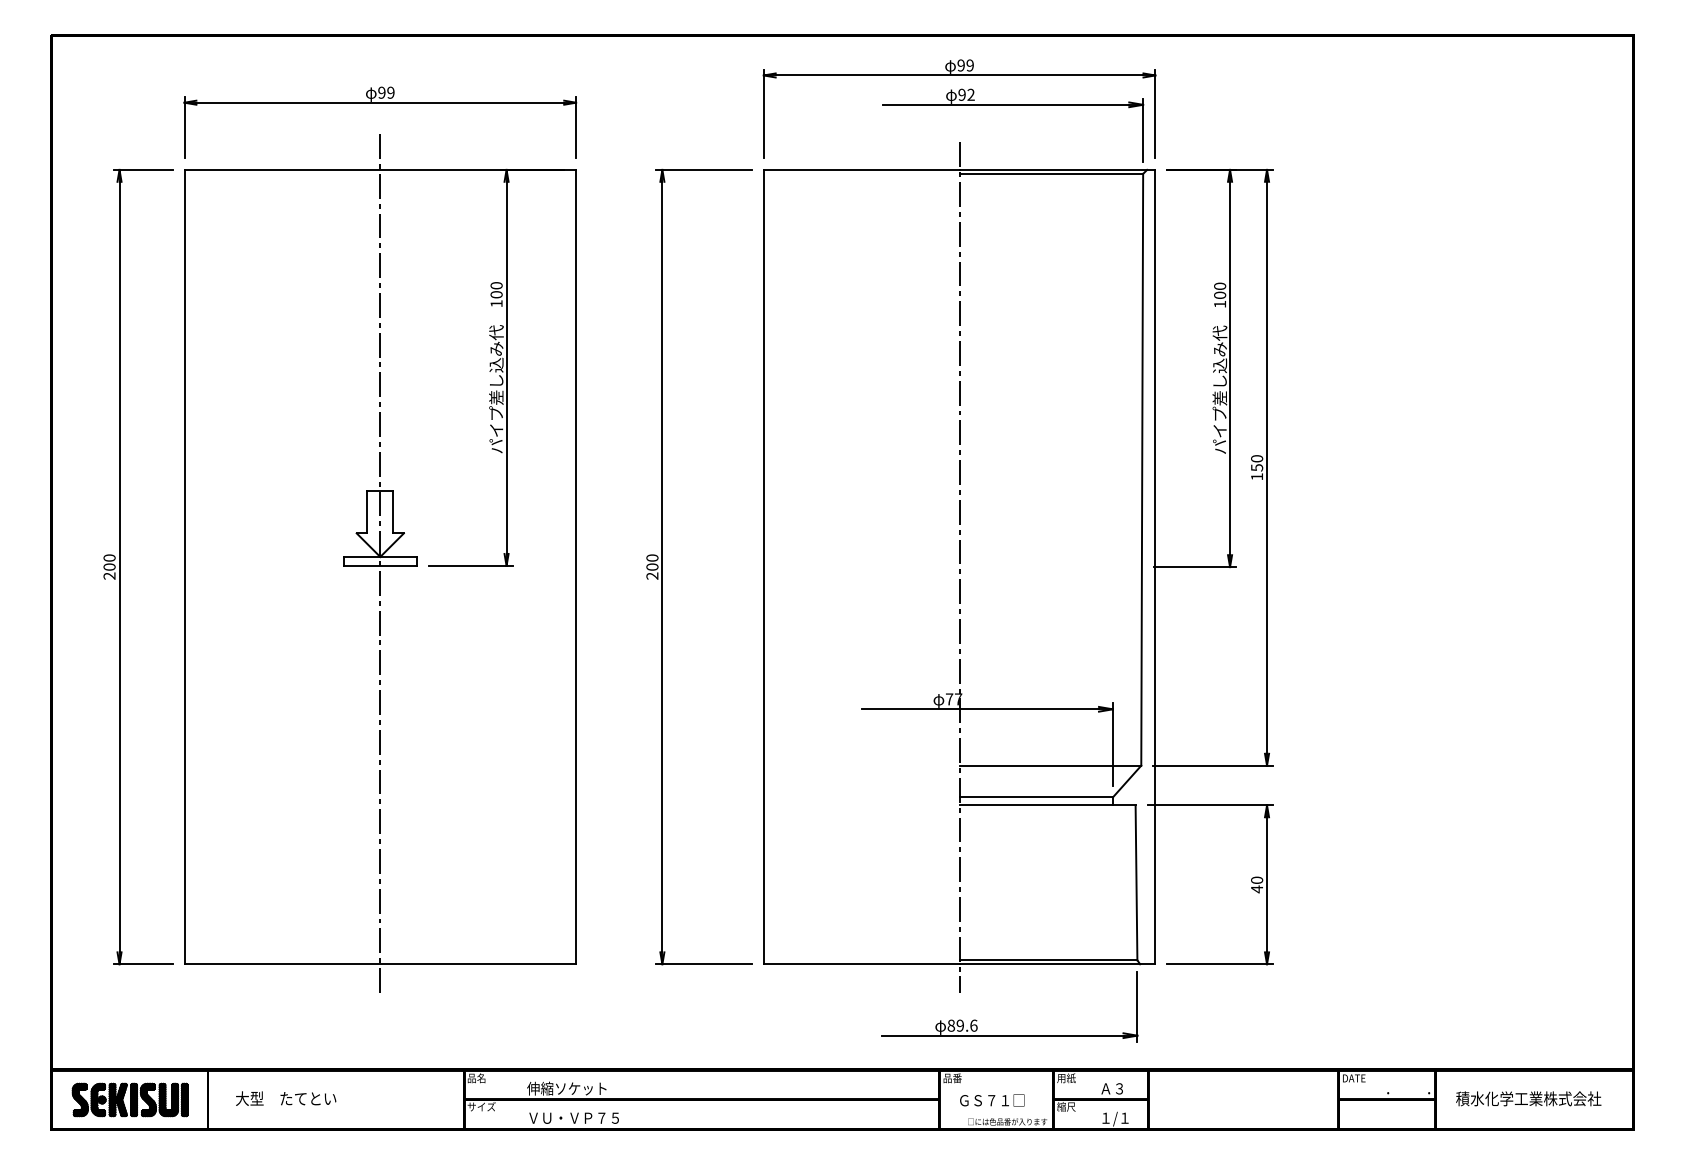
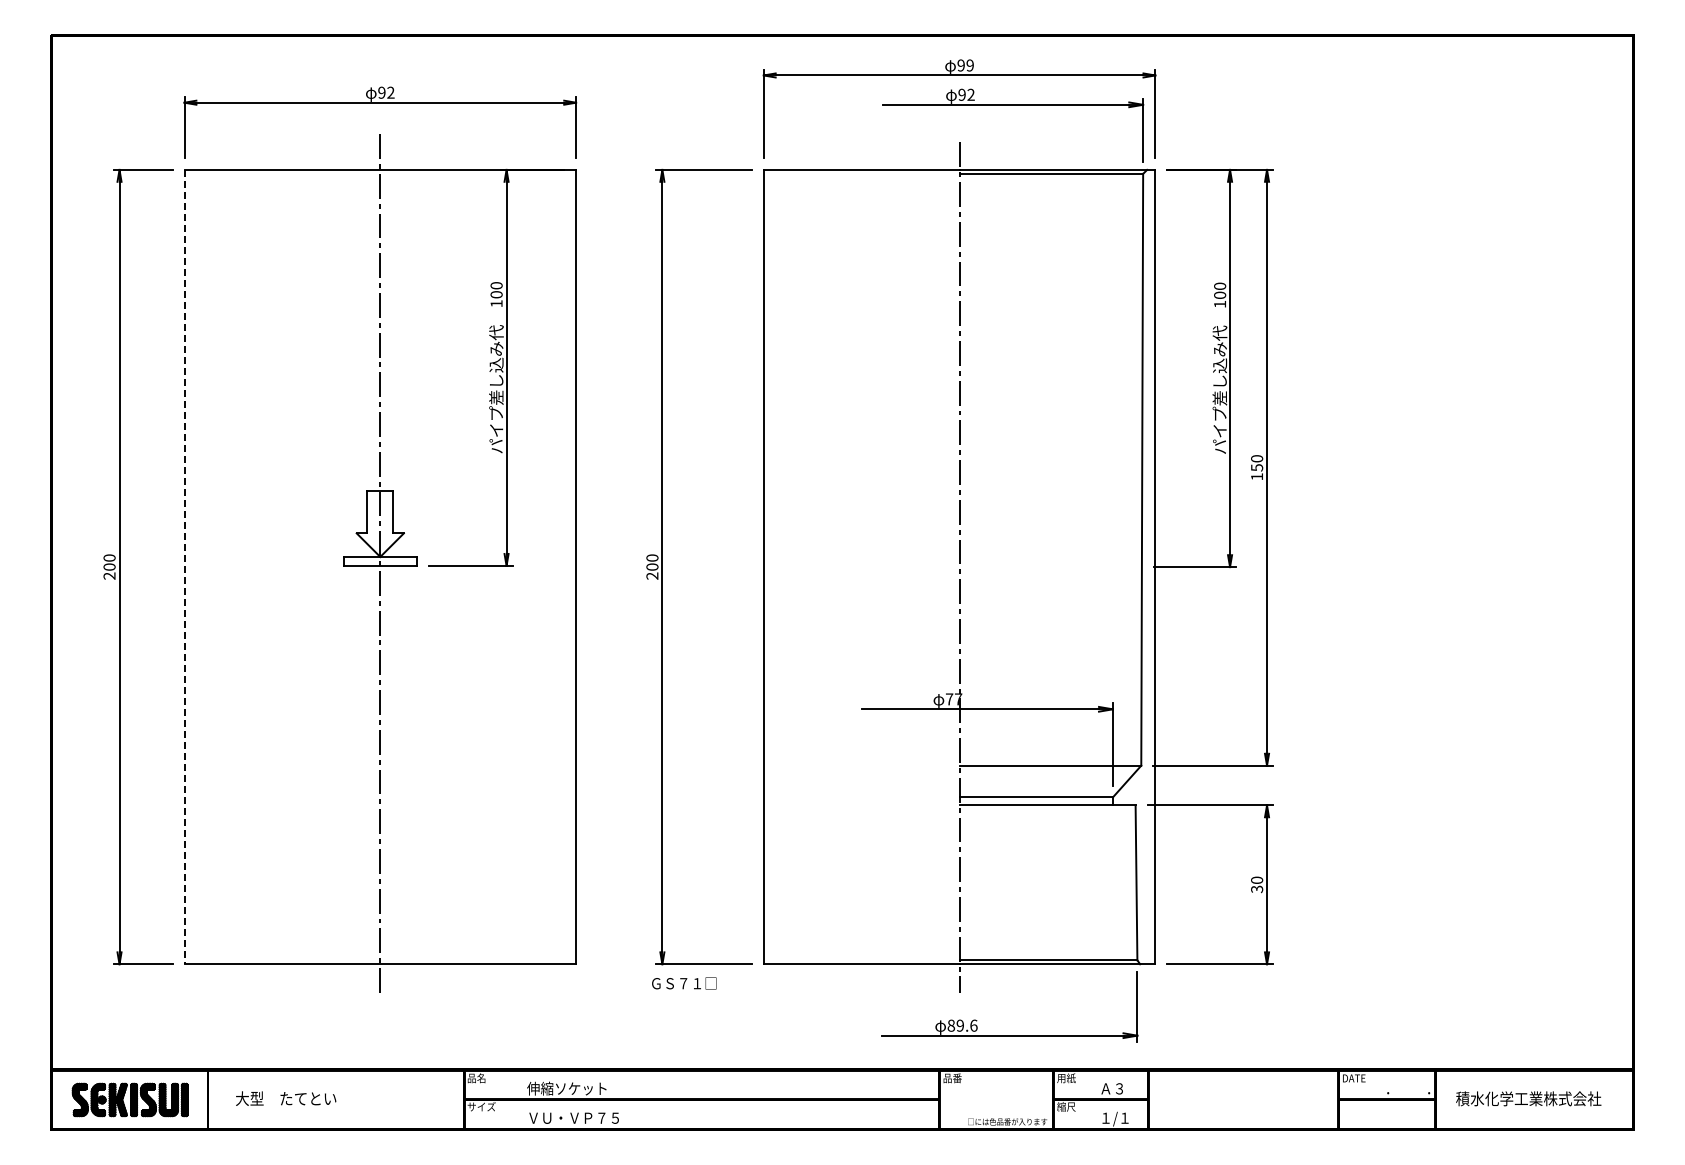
text at (390, 92): 99 -> 92
line at (184, 567): solid -> dashed
text at (1257, 889): 40 -> 30
text at (992, 1100) position: (992, 1100) -> (684, 983)
